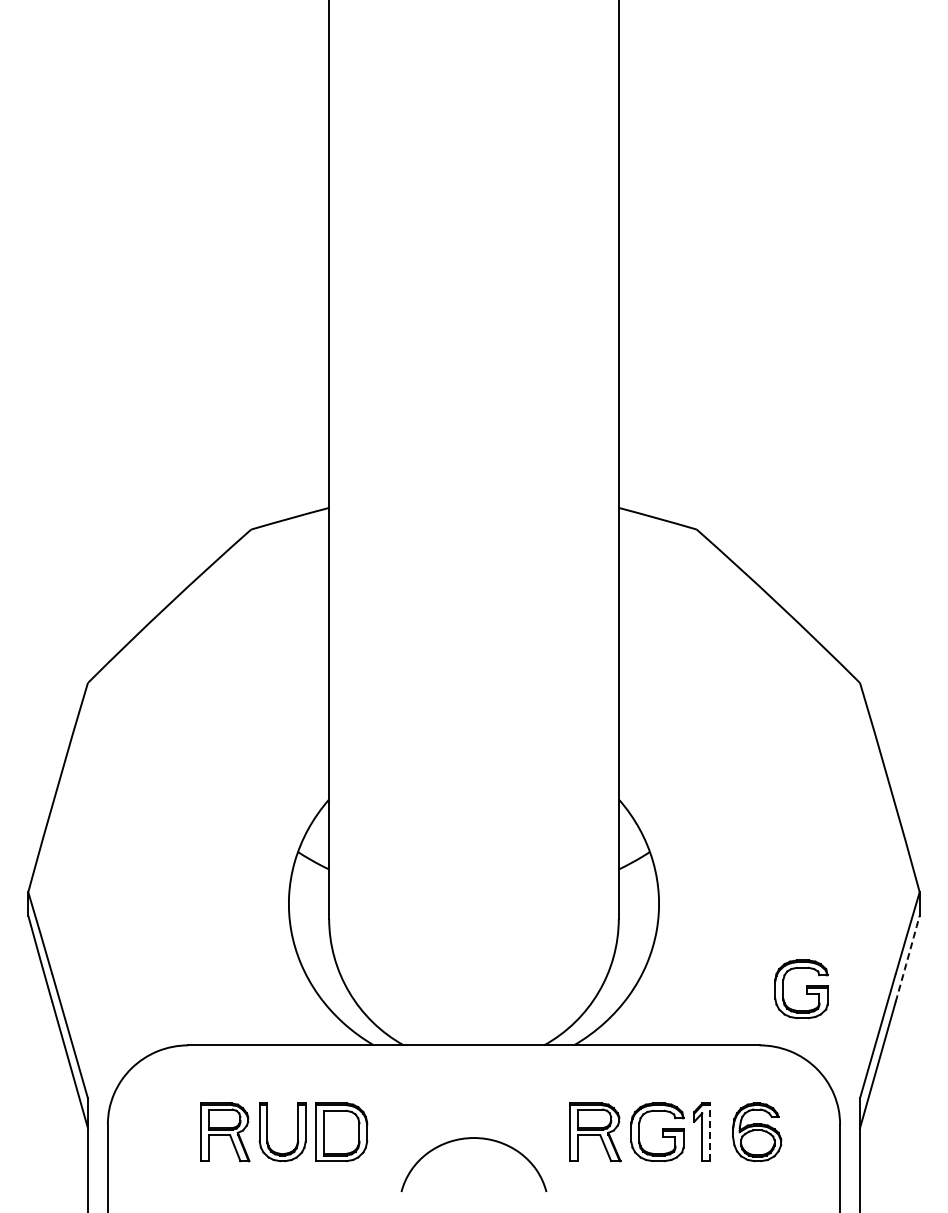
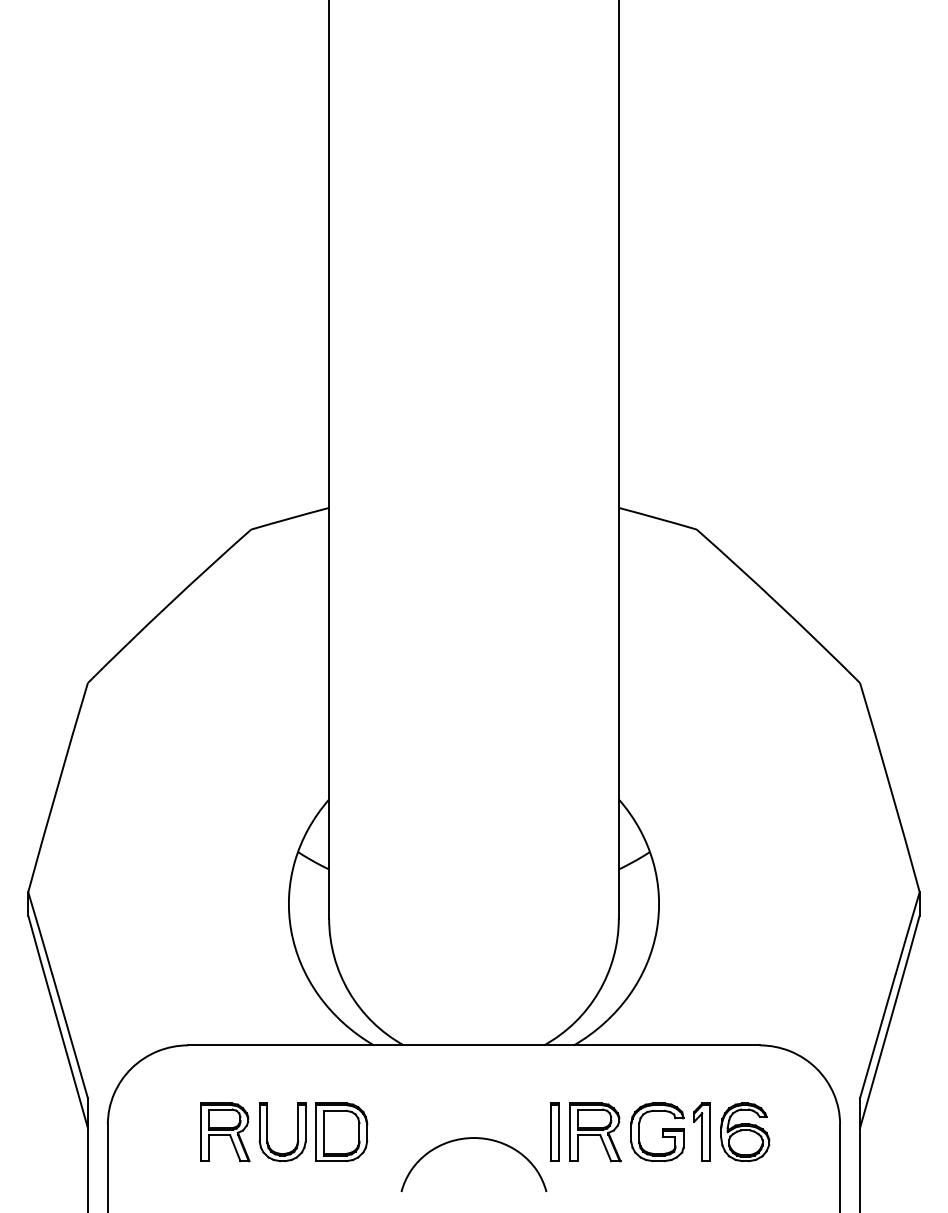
arc at (907, 958): dashed -> solid
part at (801, 989): present -> none
part at (554, 1131): none -> present
line at (710, 1132): dashed -> solid
part at (757, 1132) position: (757, 1132) -> (745, 1132)
